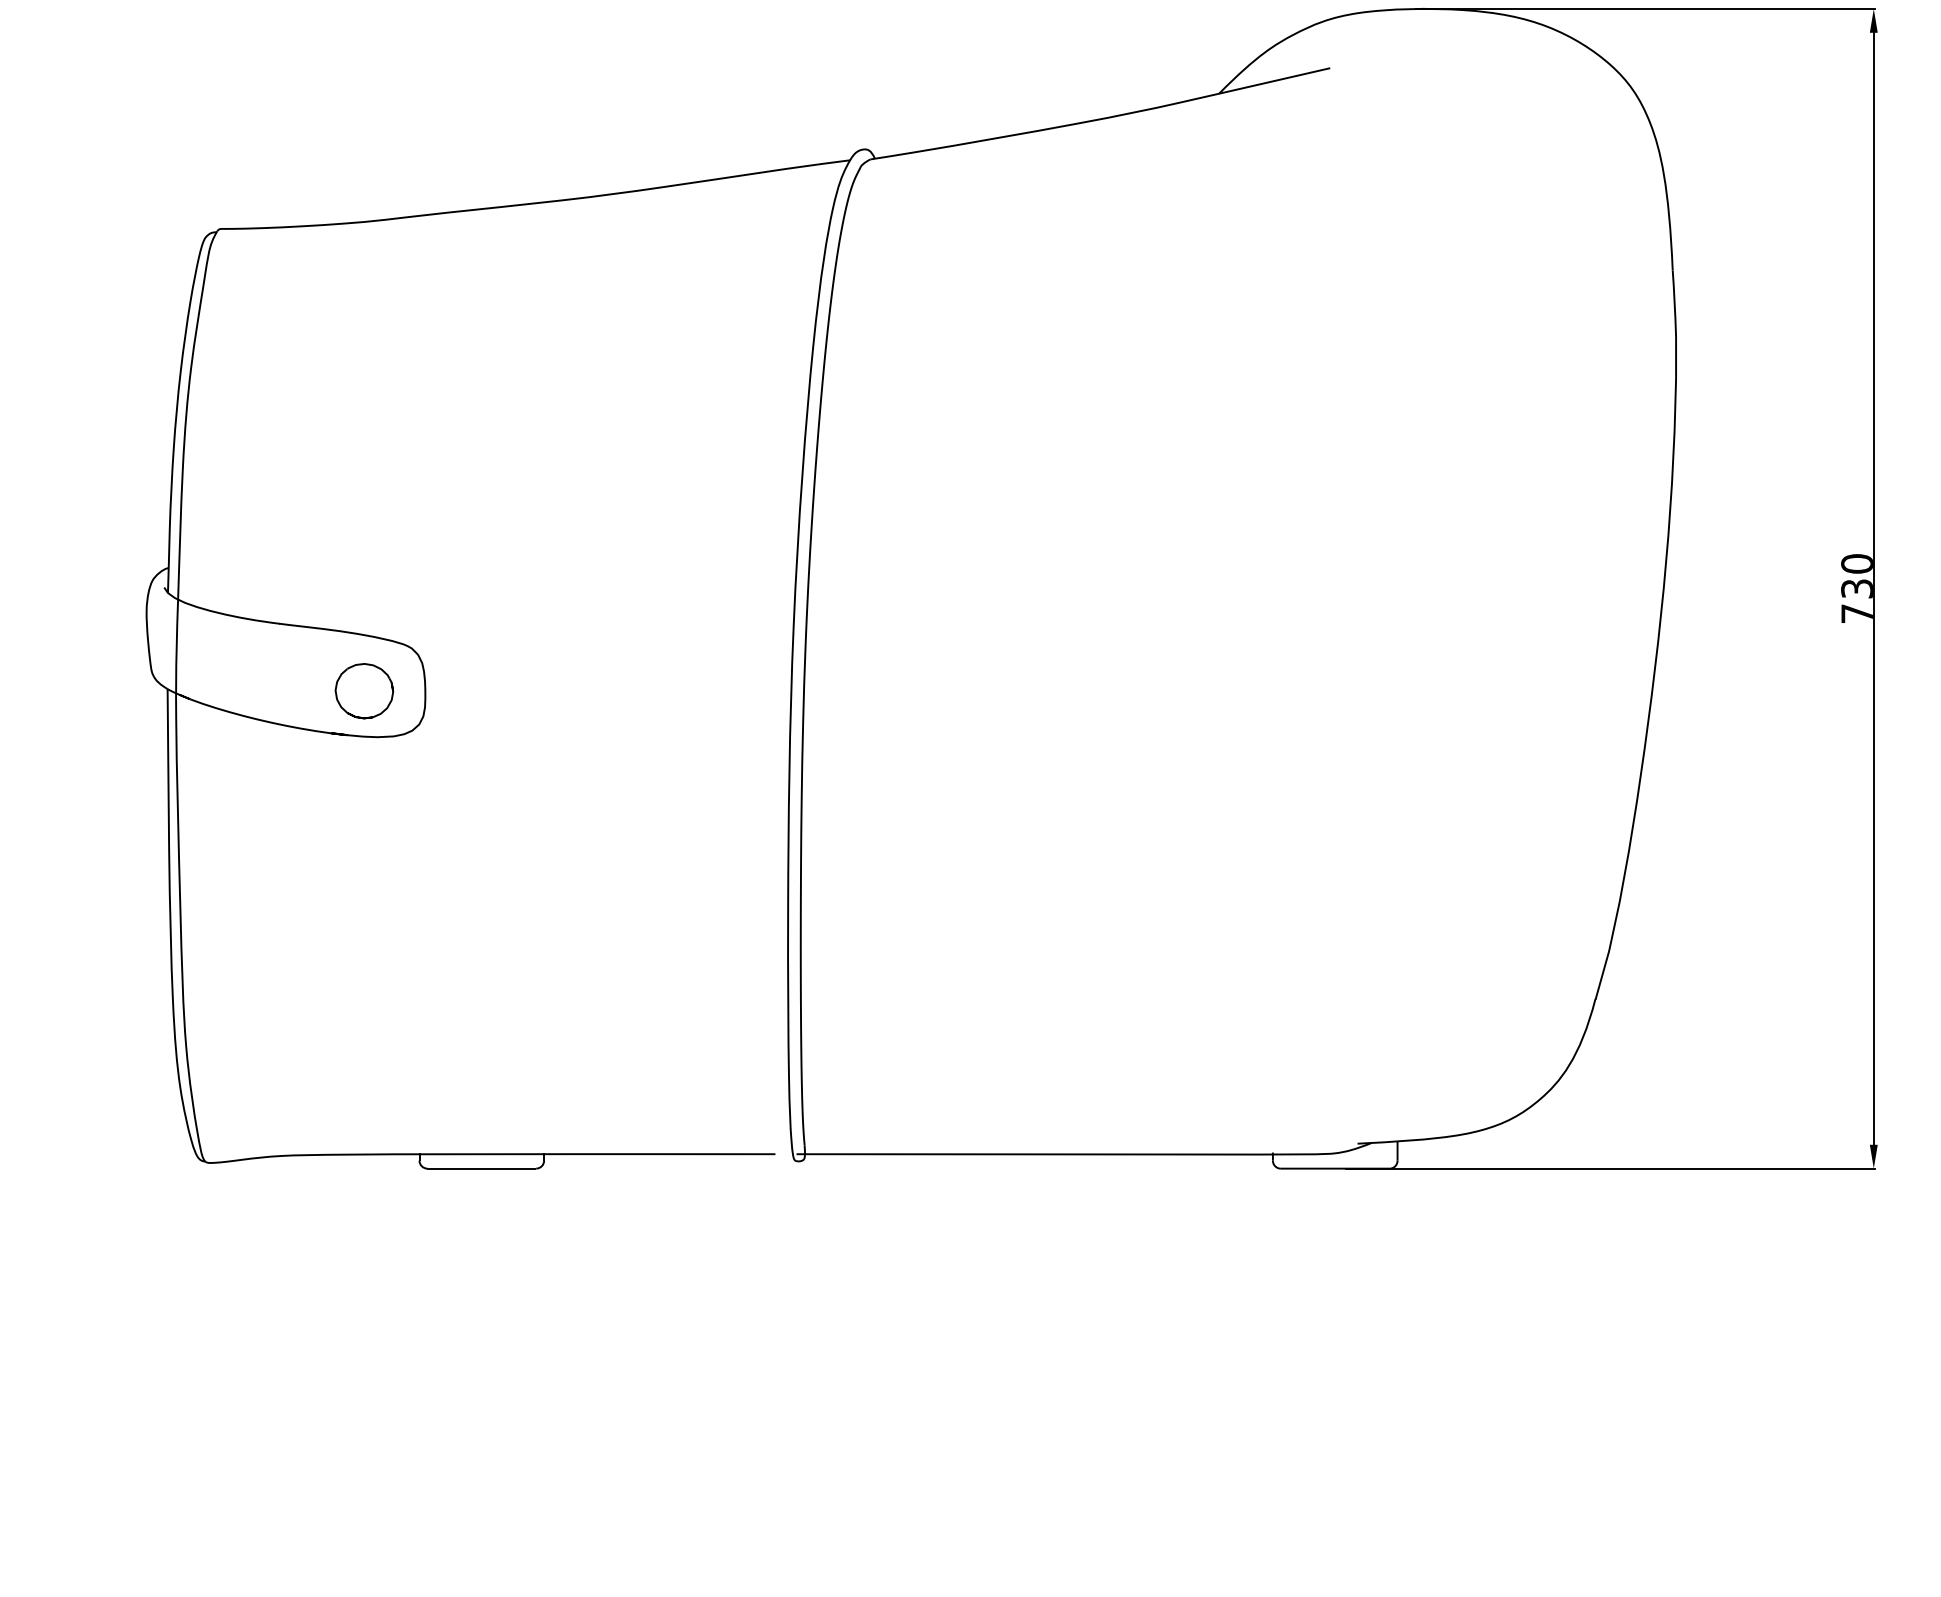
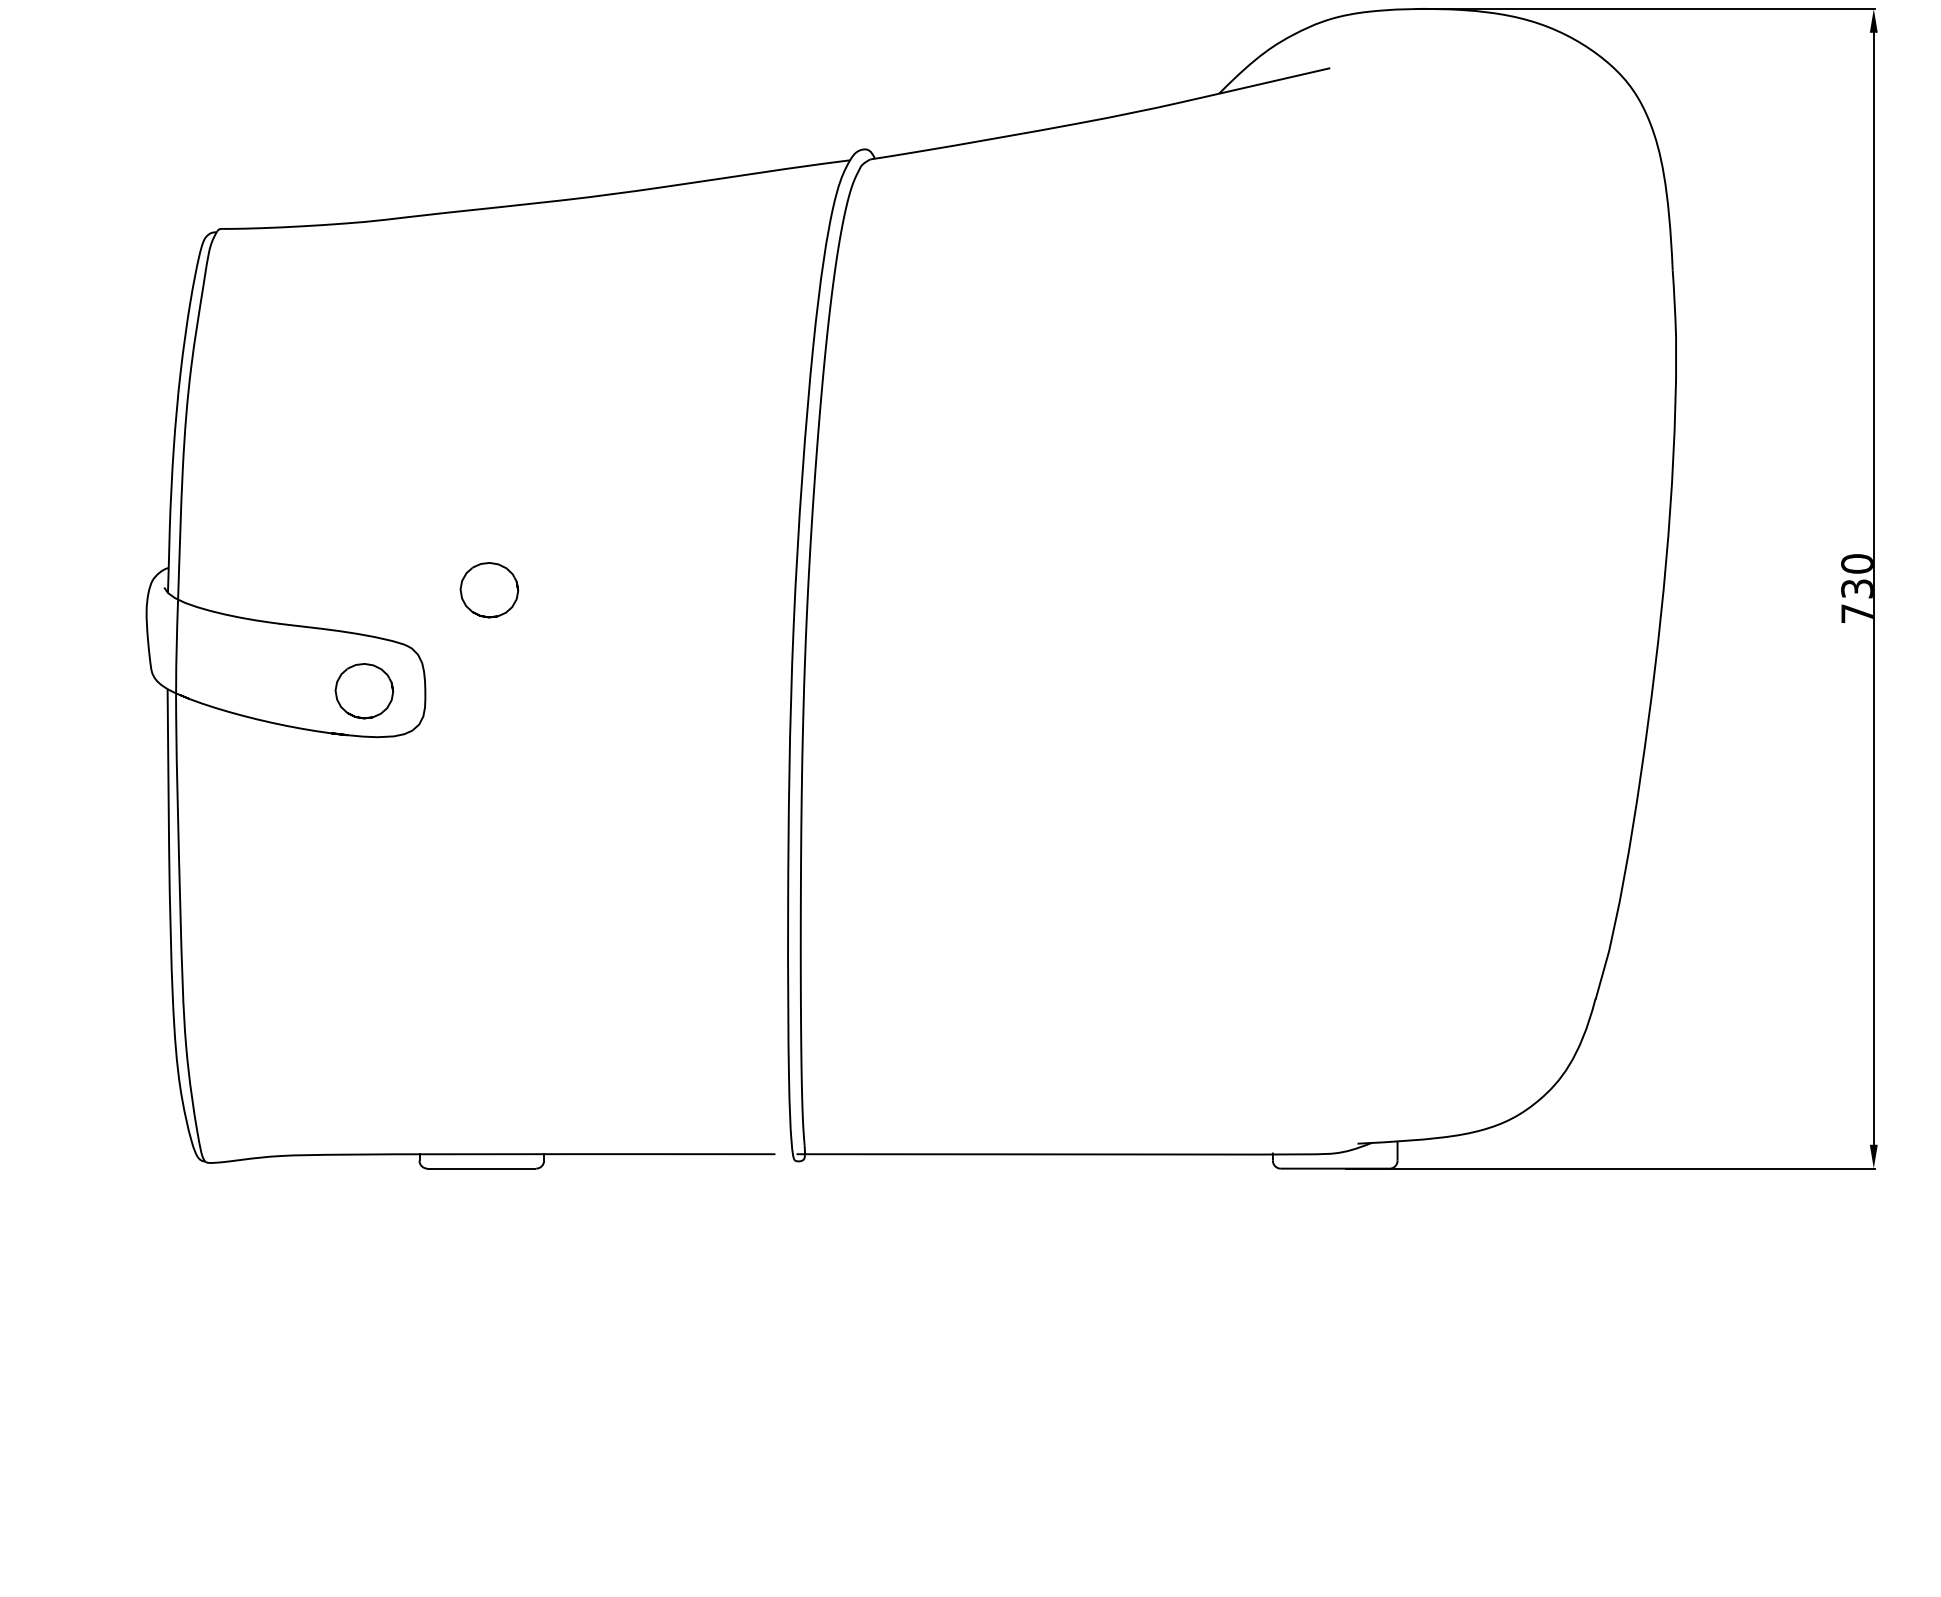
part at (489, 590): none -> present
